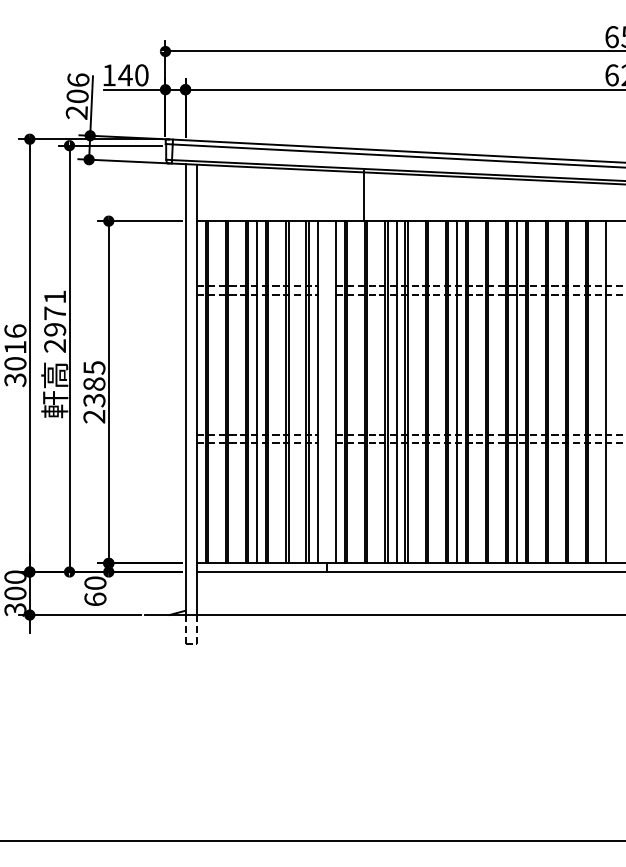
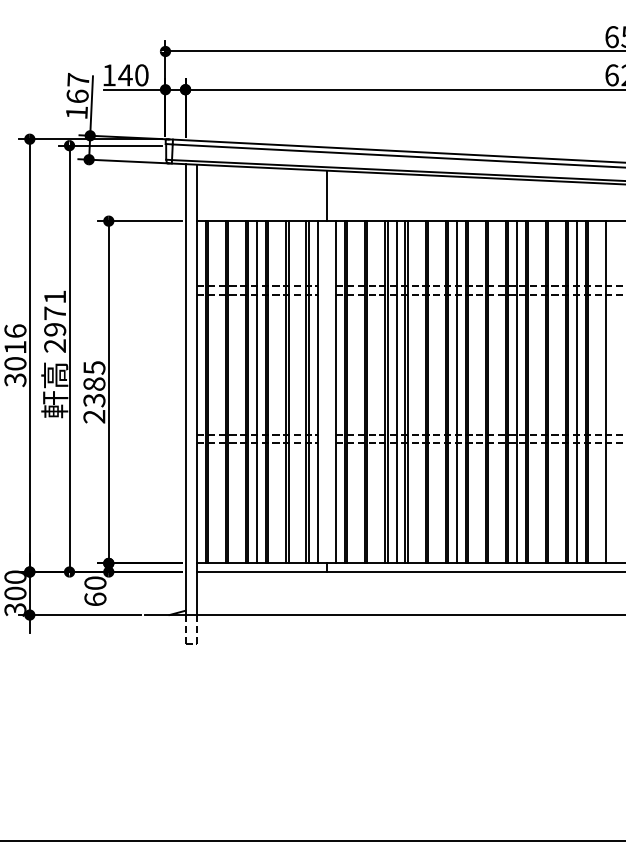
text at (77, 95): 206 -> 167
line at (363, 195) position: (363, 195) -> (326, 195)
line at (577, 392): none -> present
